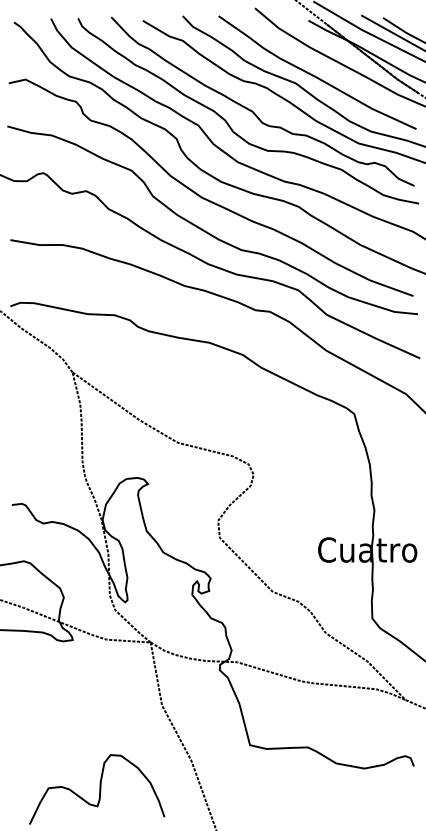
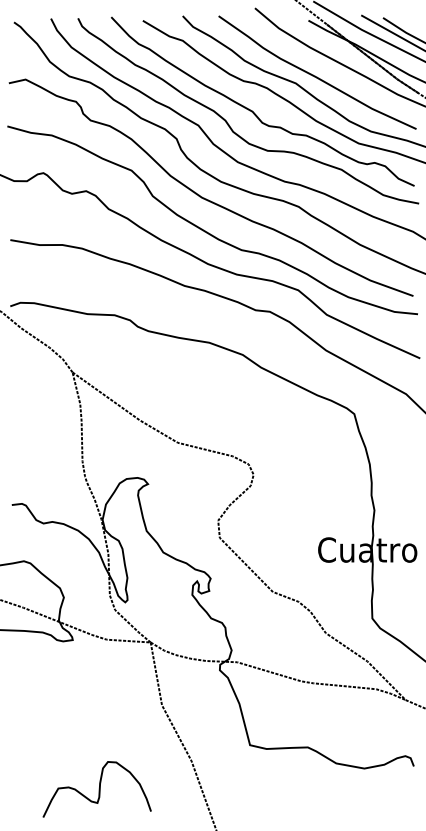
part at (97, 789) size: 137x71 px -> 110x57 px
